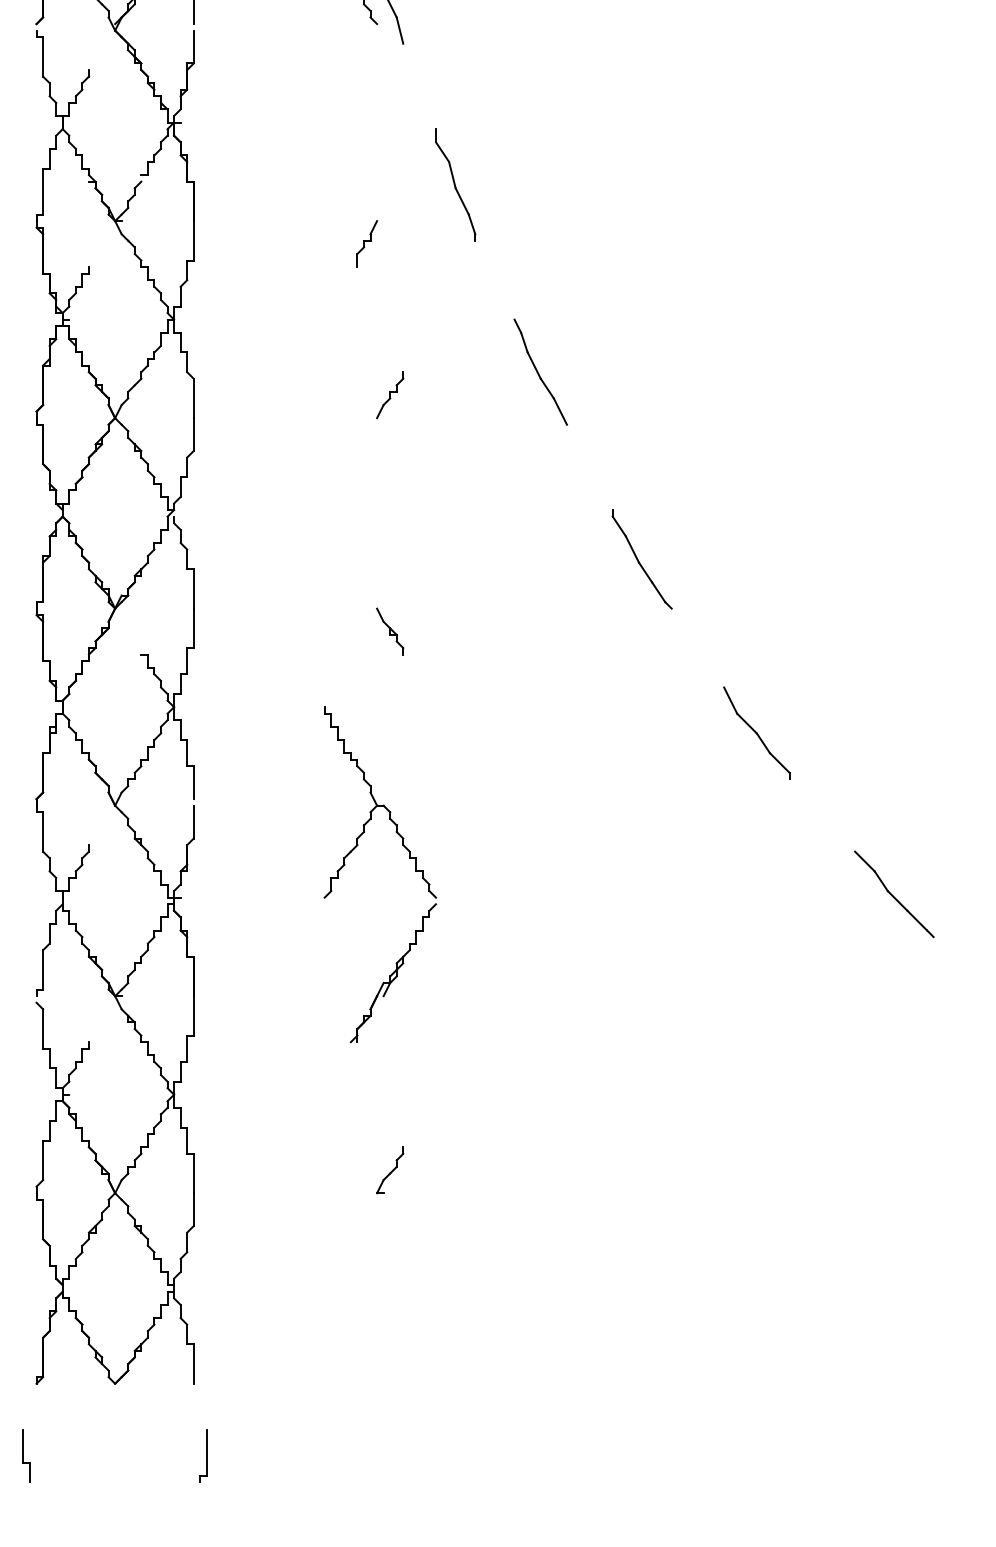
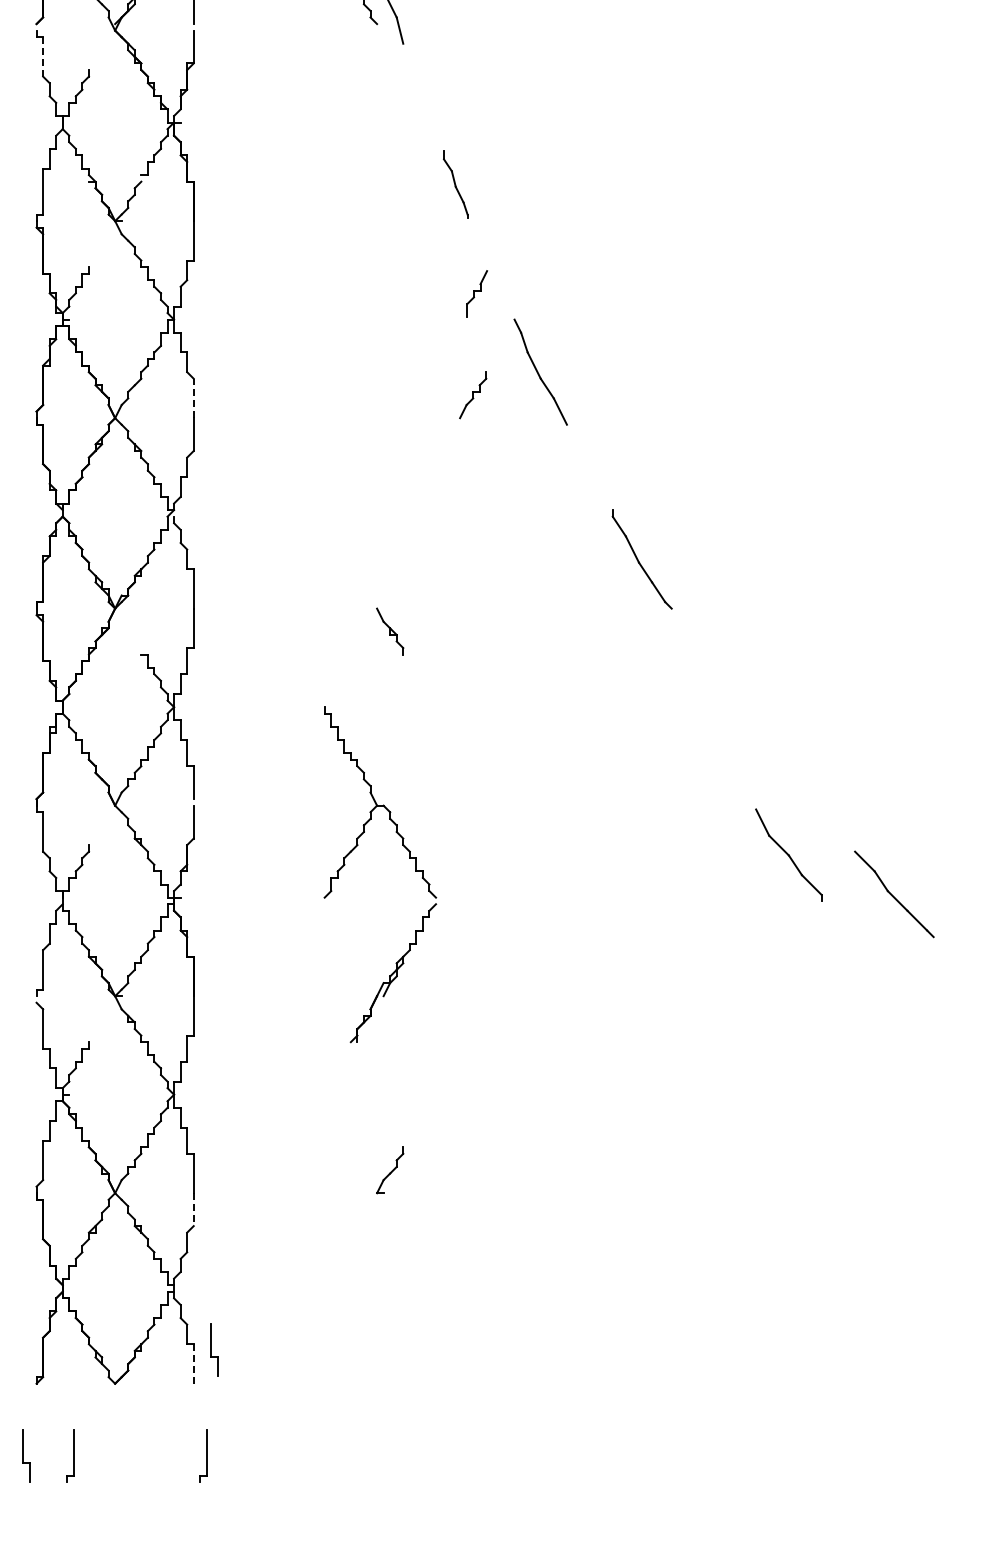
line at (43, 56): solid -> dashed
part at (455, 184) size: 42x114 px -> 26x69 px
part at (367, 243) position: (367, 243) -> (477, 293)
part at (390, 395) position: (390, 395) -> (473, 395)
line at (193, 398): solid -> dashed
part at (756, 732) position: (756, 732) -> (788, 854)
line at (193, 1210): solid -> dashed
part at (214, 1349): none -> present
line at (193, 1364): solid -> dashed
part at (70, 1455): none -> present
